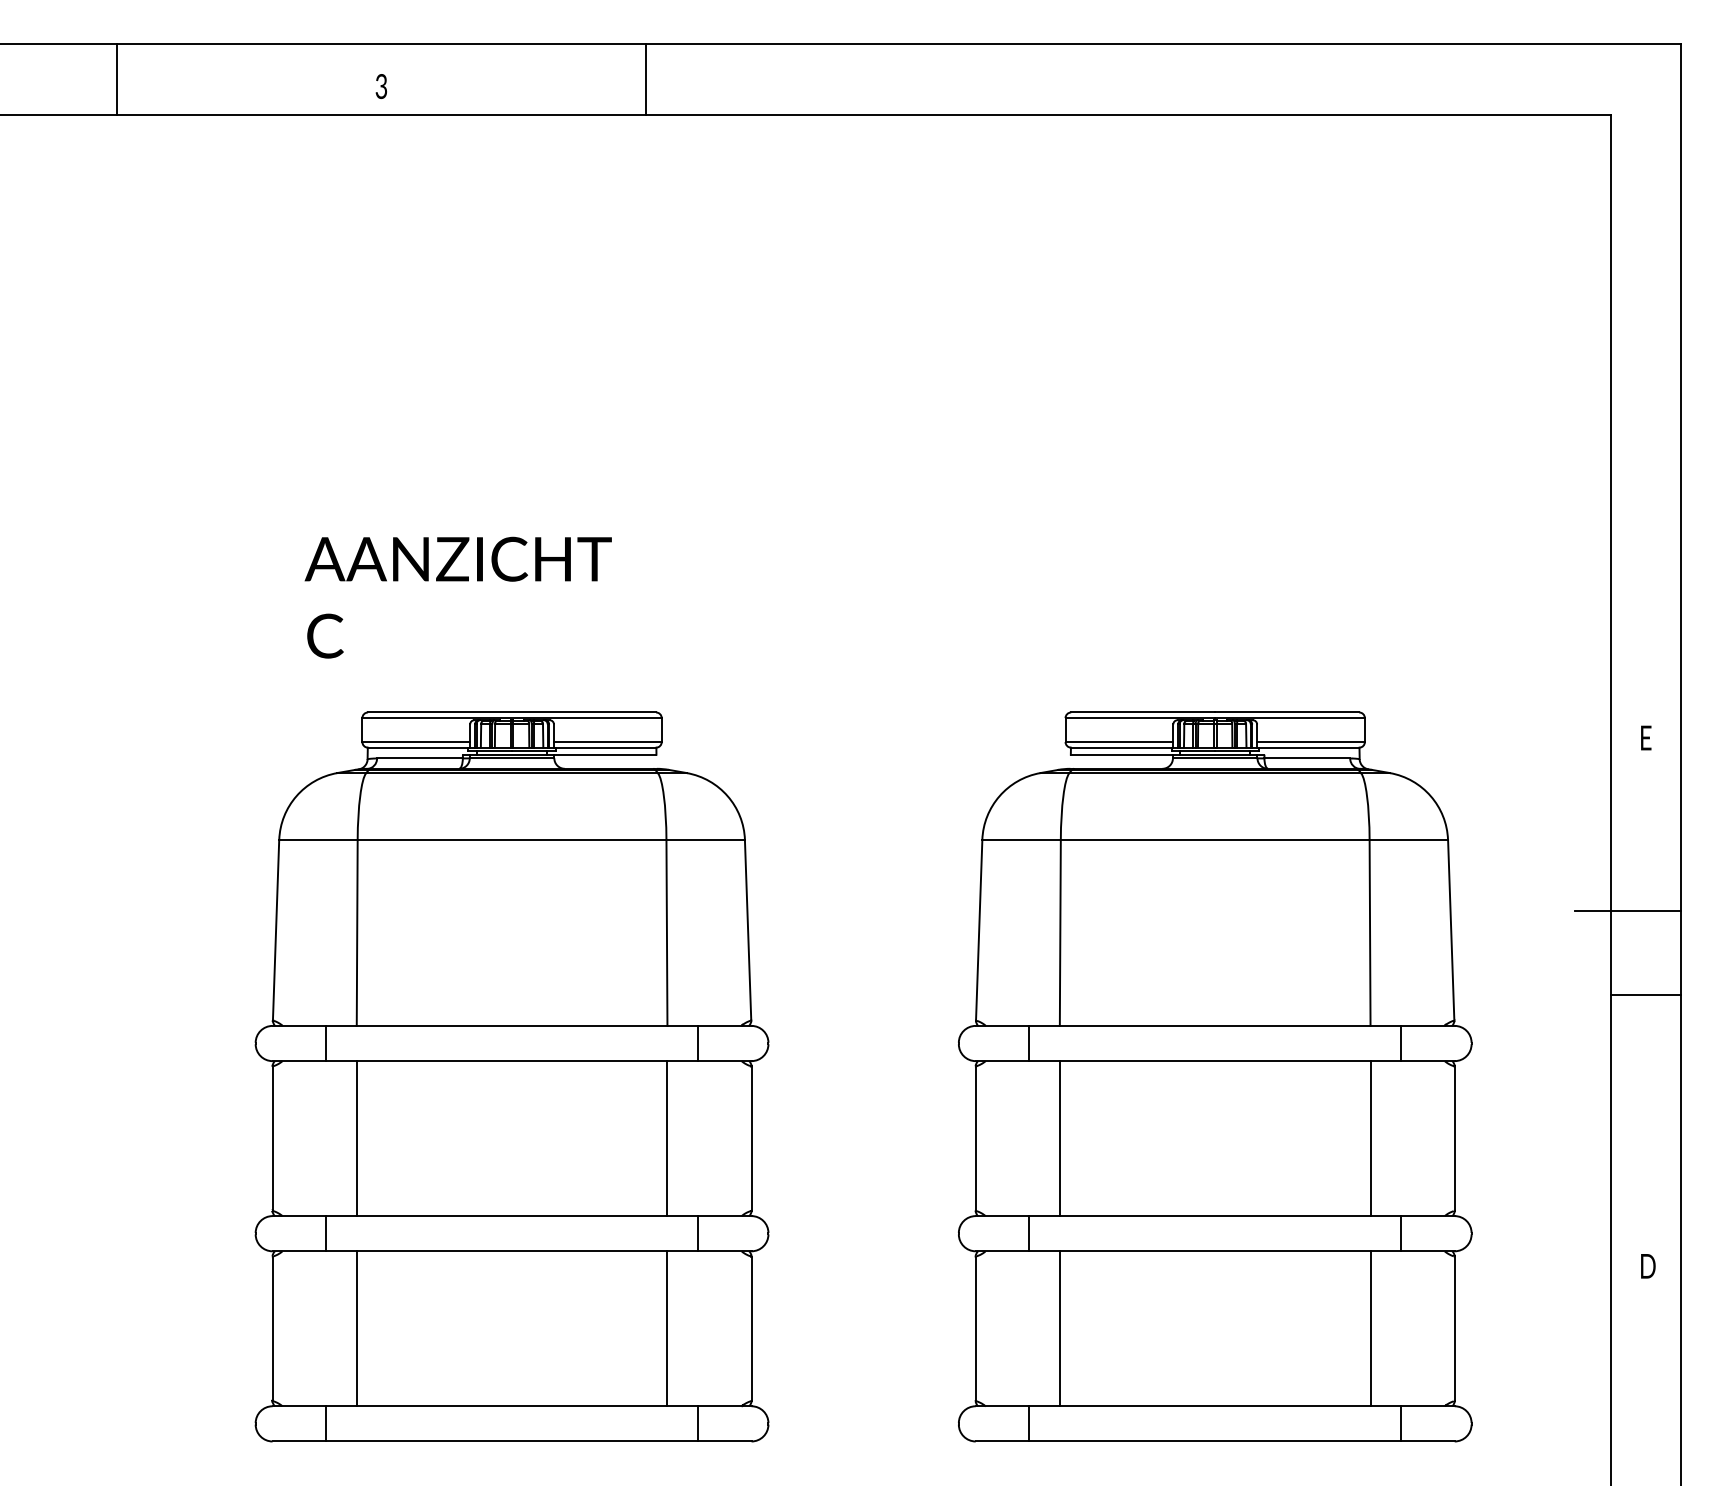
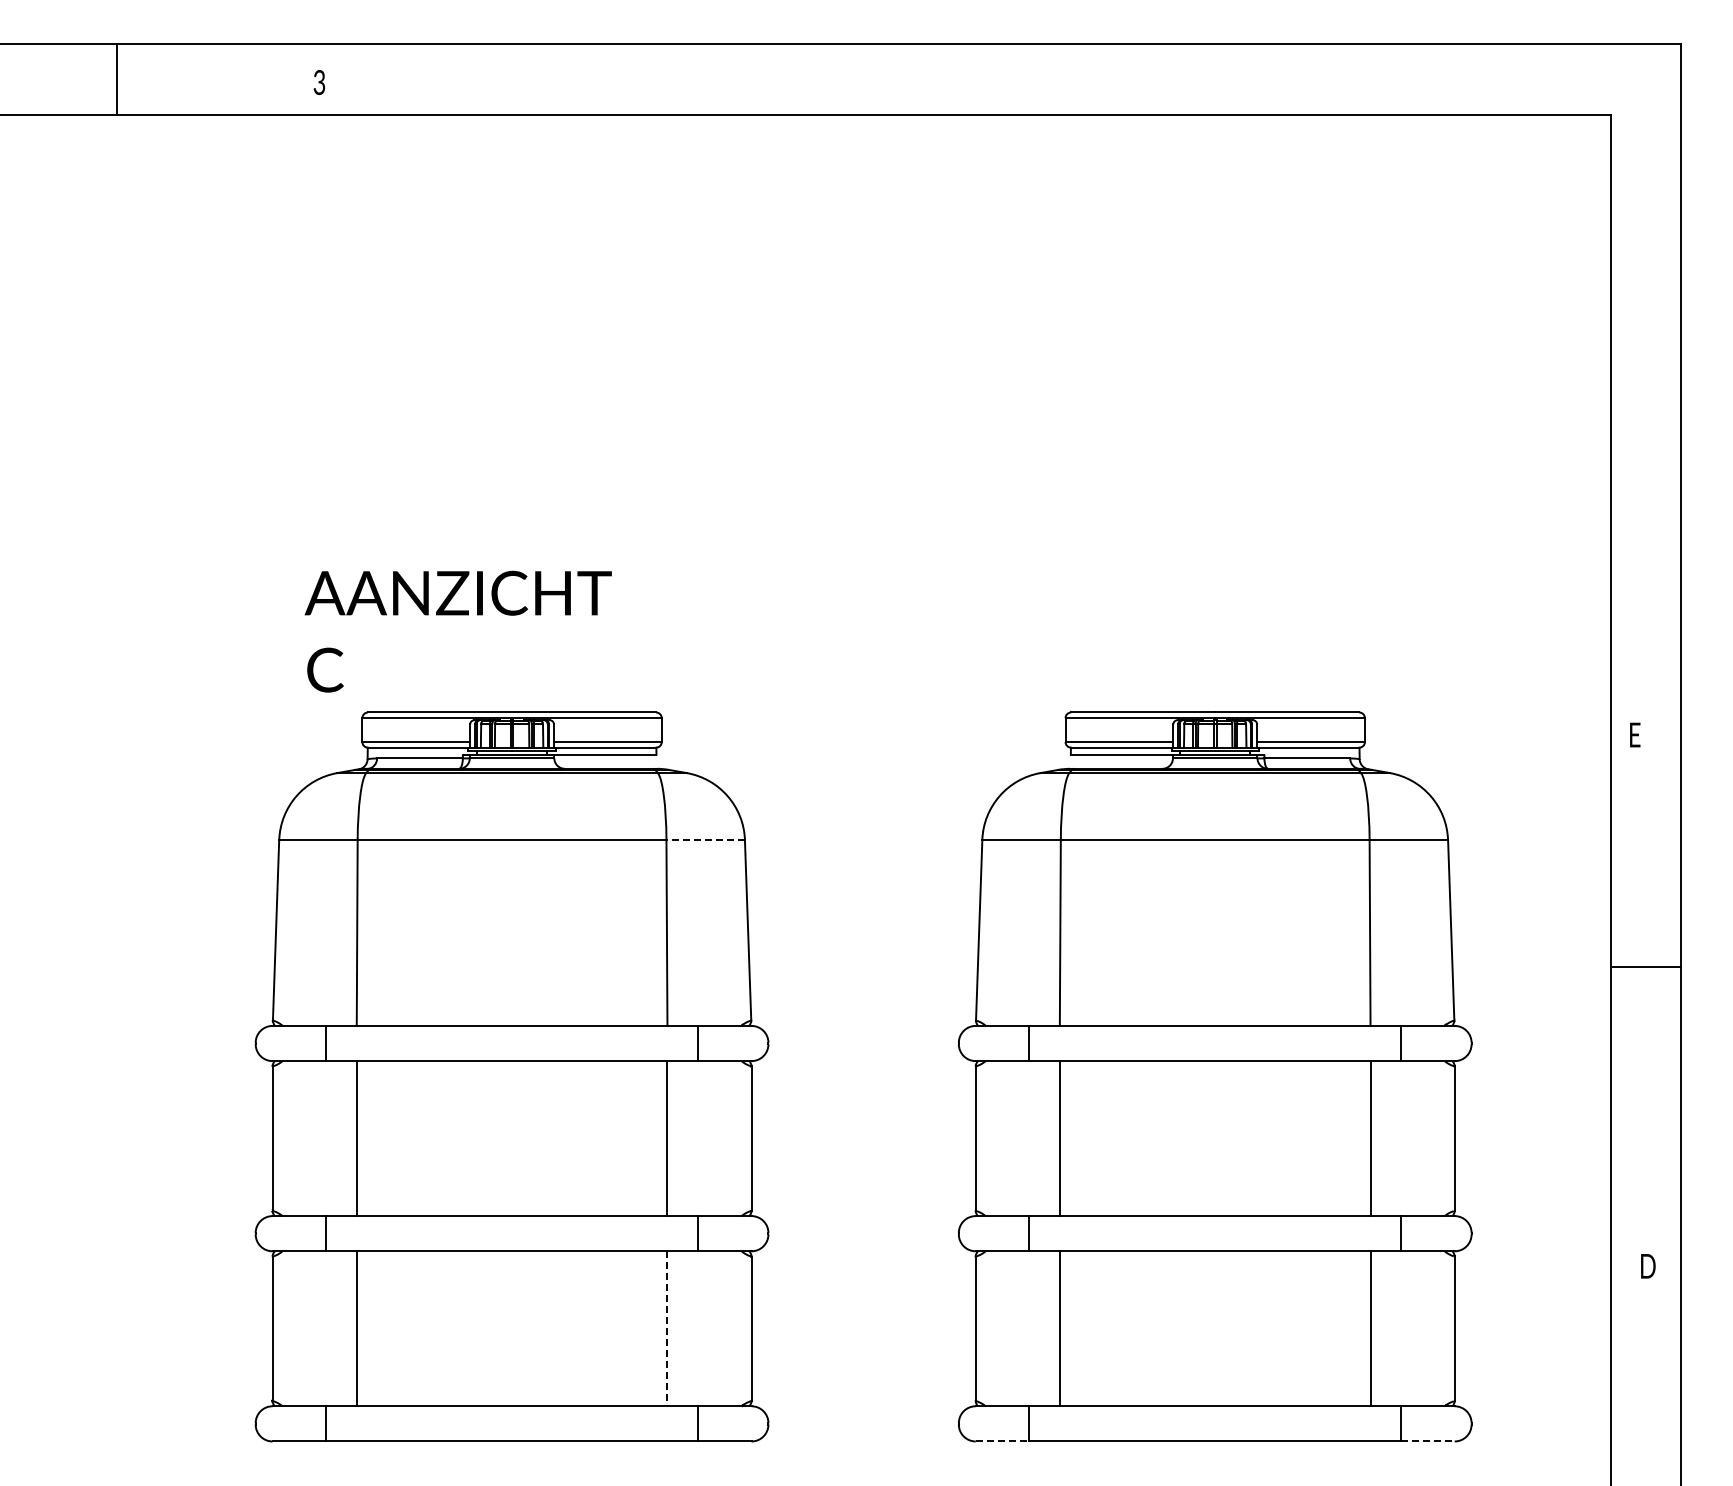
line at (645, 79): present -> none
text at (380, 86) position: (380, 86) -> (318, 82)
text at (457, 597) position: (457, 597) -> (457, 631)
text at (1646, 737) position: (1646, 737) -> (1635, 734)
line at (705, 839): solid -> dashed
line at (1628, 910): present -> none
line at (1645, 995) position: (1645, 995) -> (1645, 967)
line at (667, 1329): solid -> dashed
line at (1002, 1441): solid -> dashed
line at (1427, 1441): solid -> dashed
